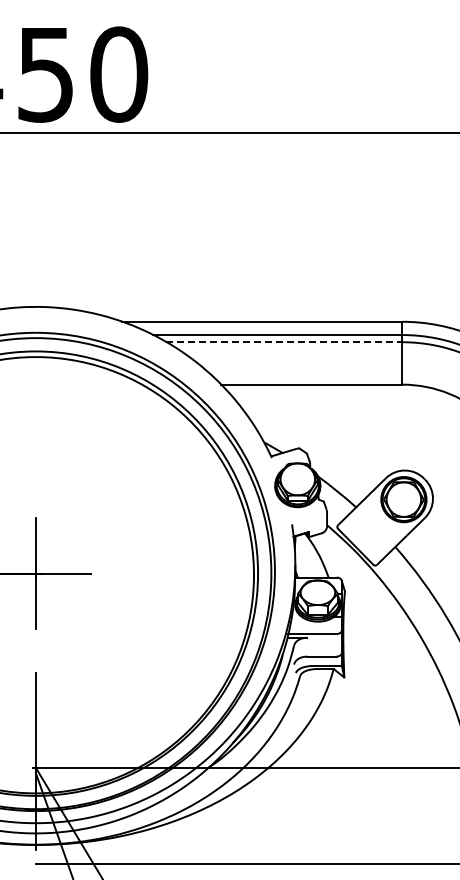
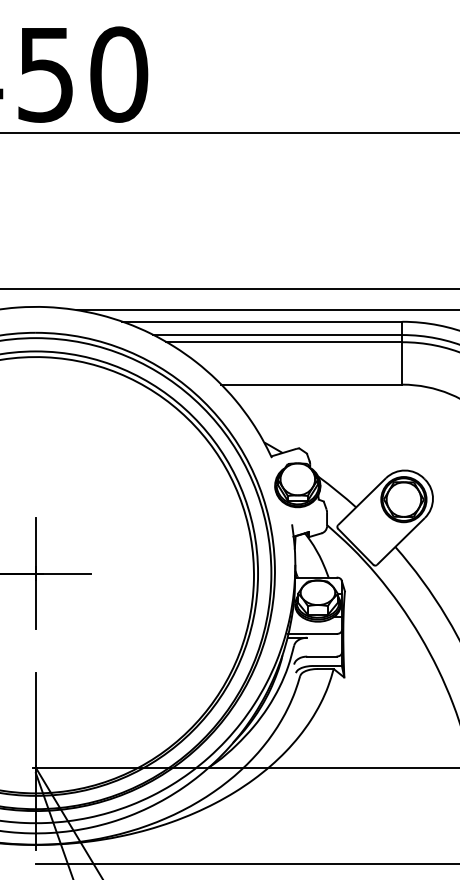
line at (229, 288): none -> present
line at (266, 310): none -> present
line at (284, 342): dashed -> solid
